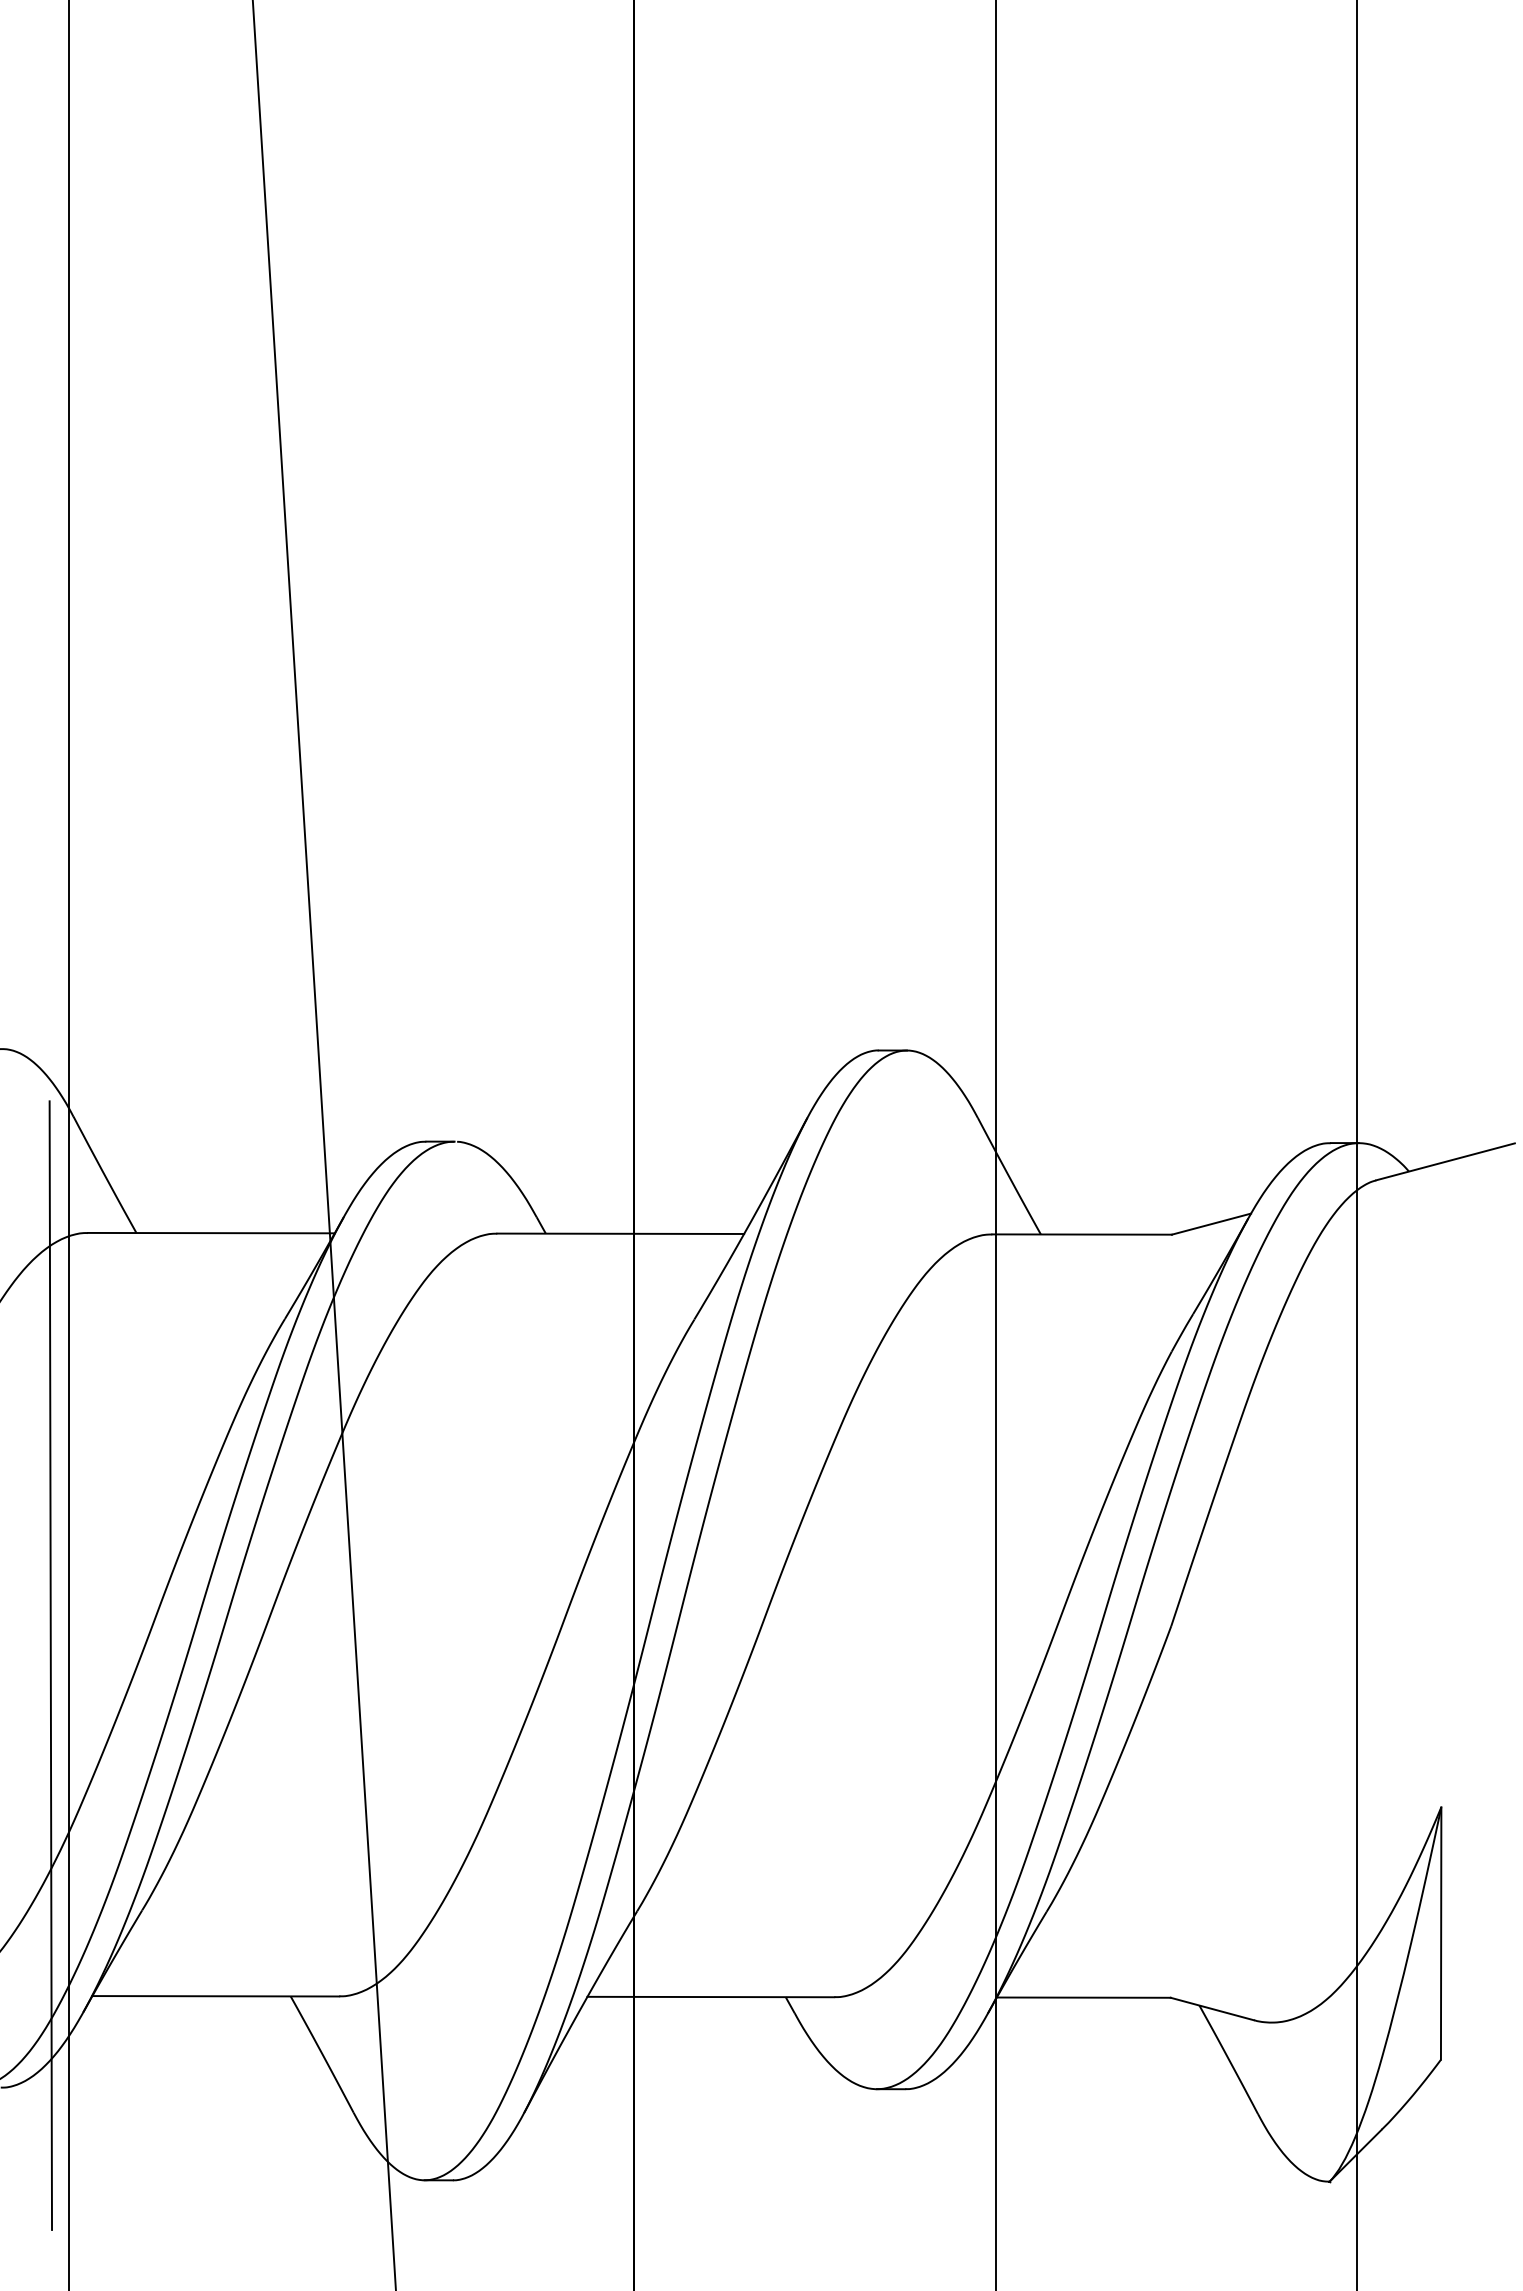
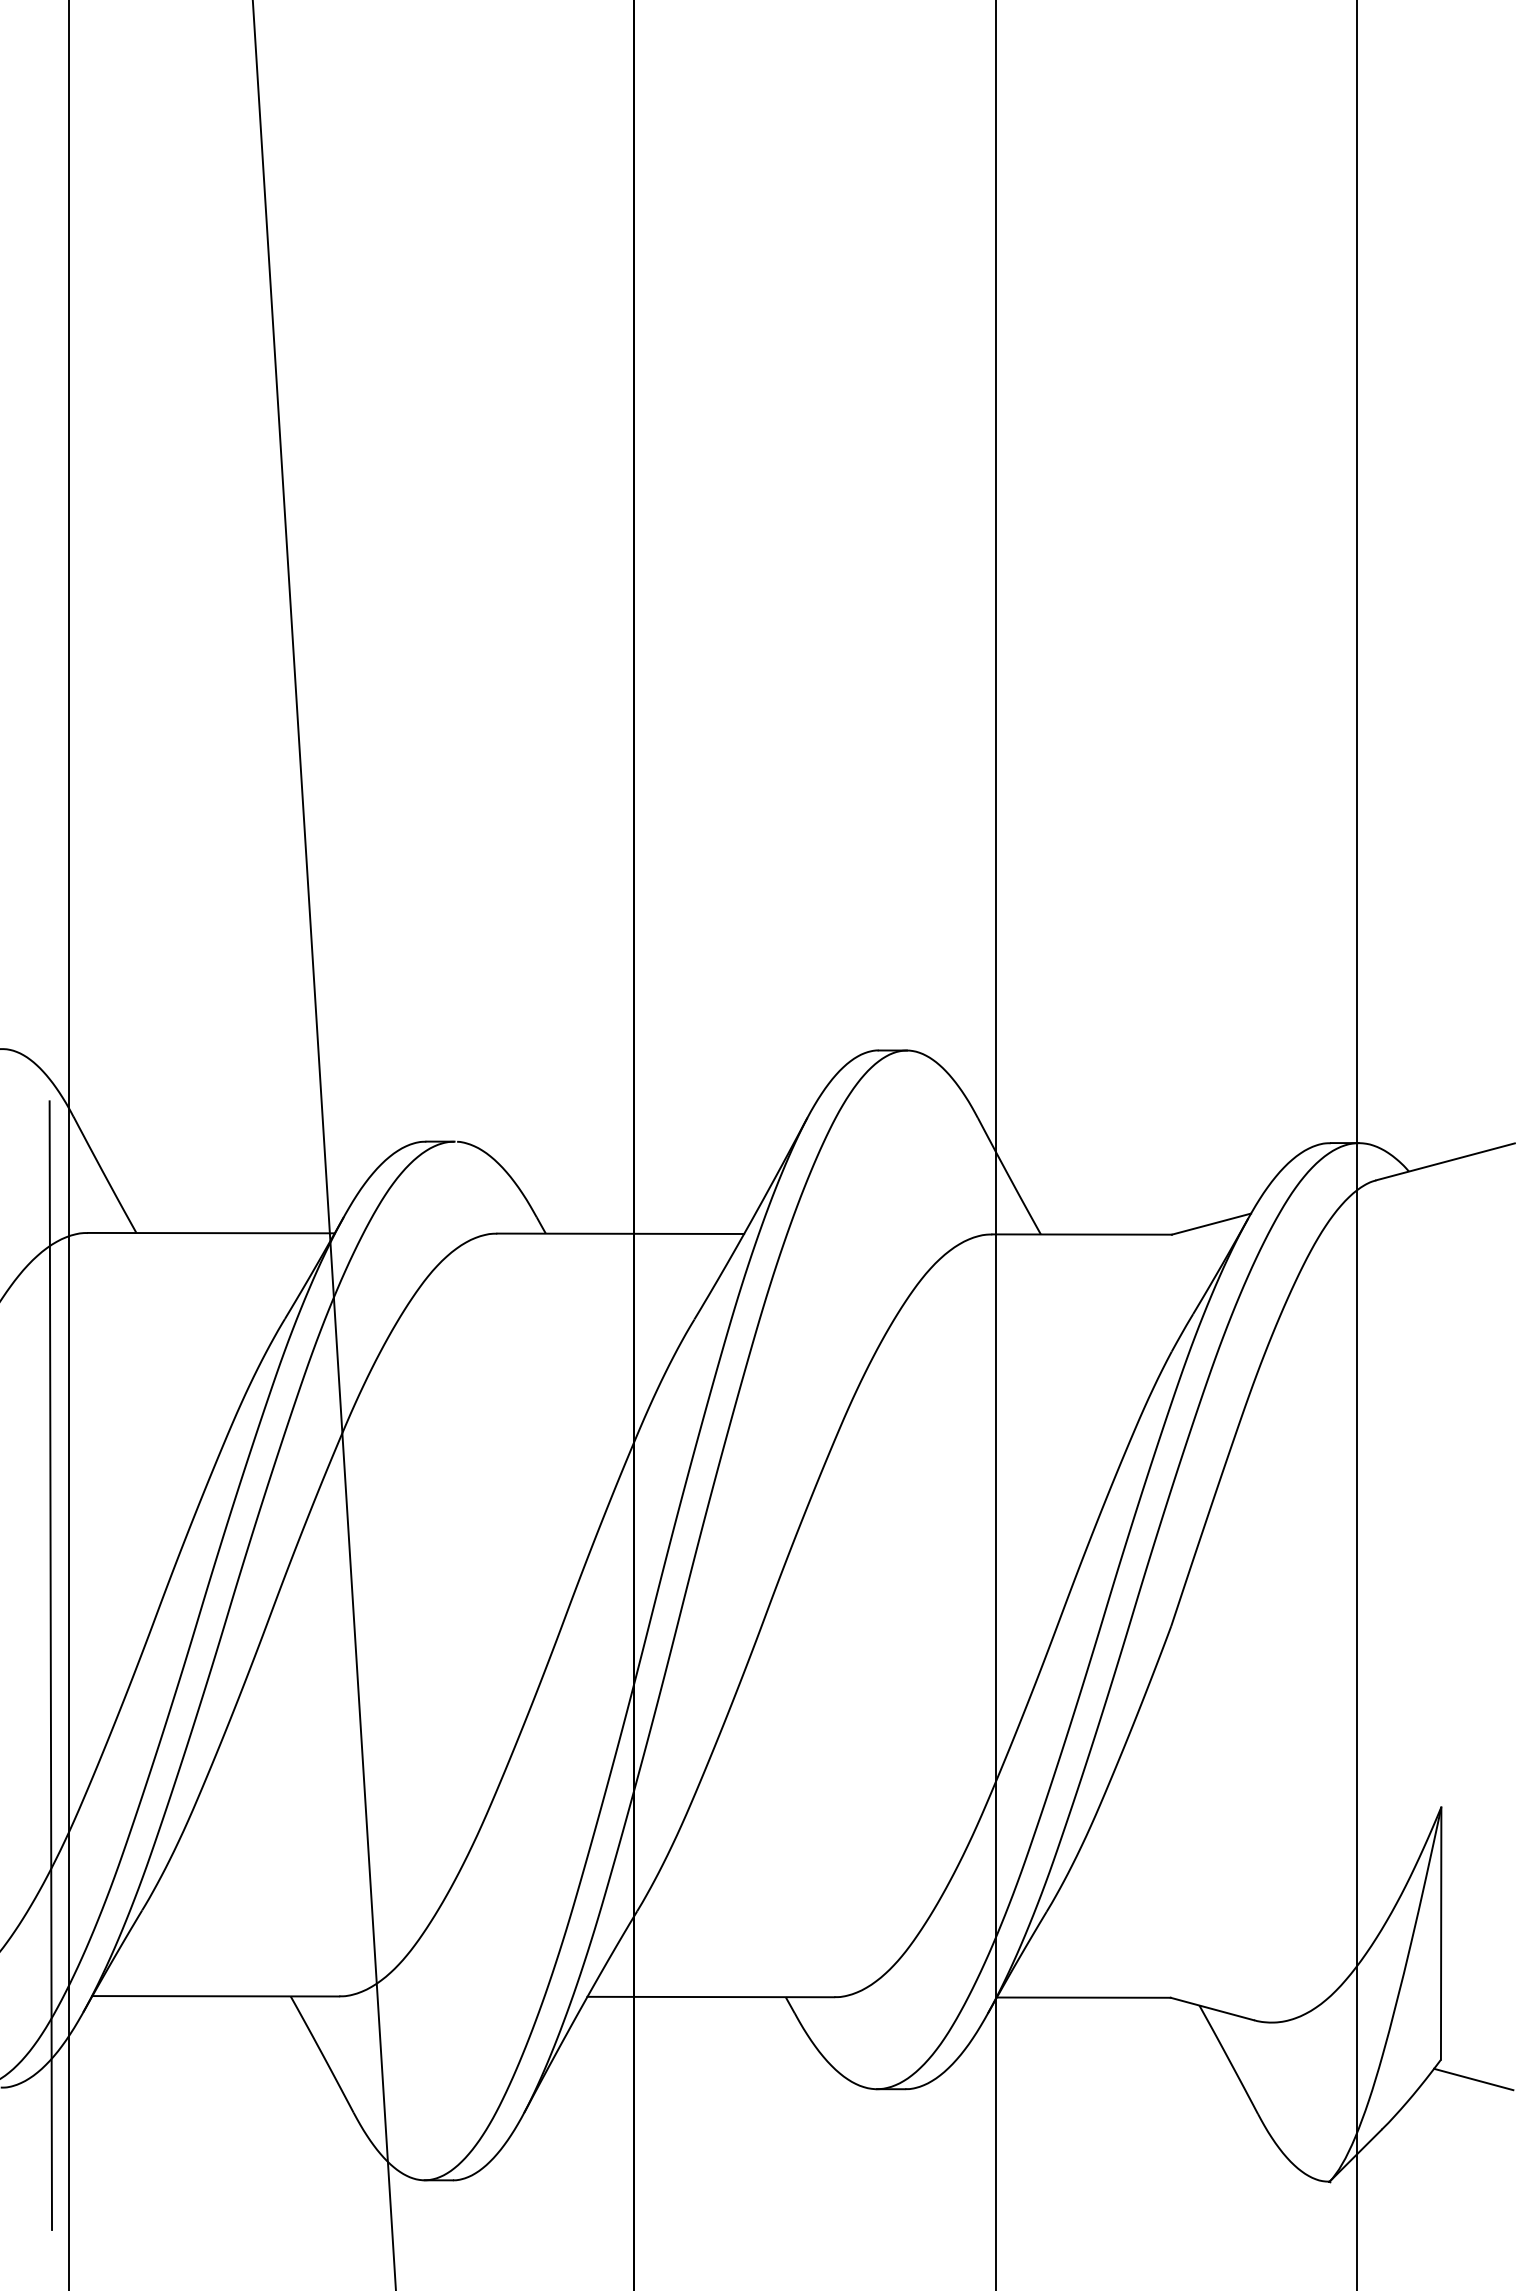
line at (1473, 2079): none -> present
